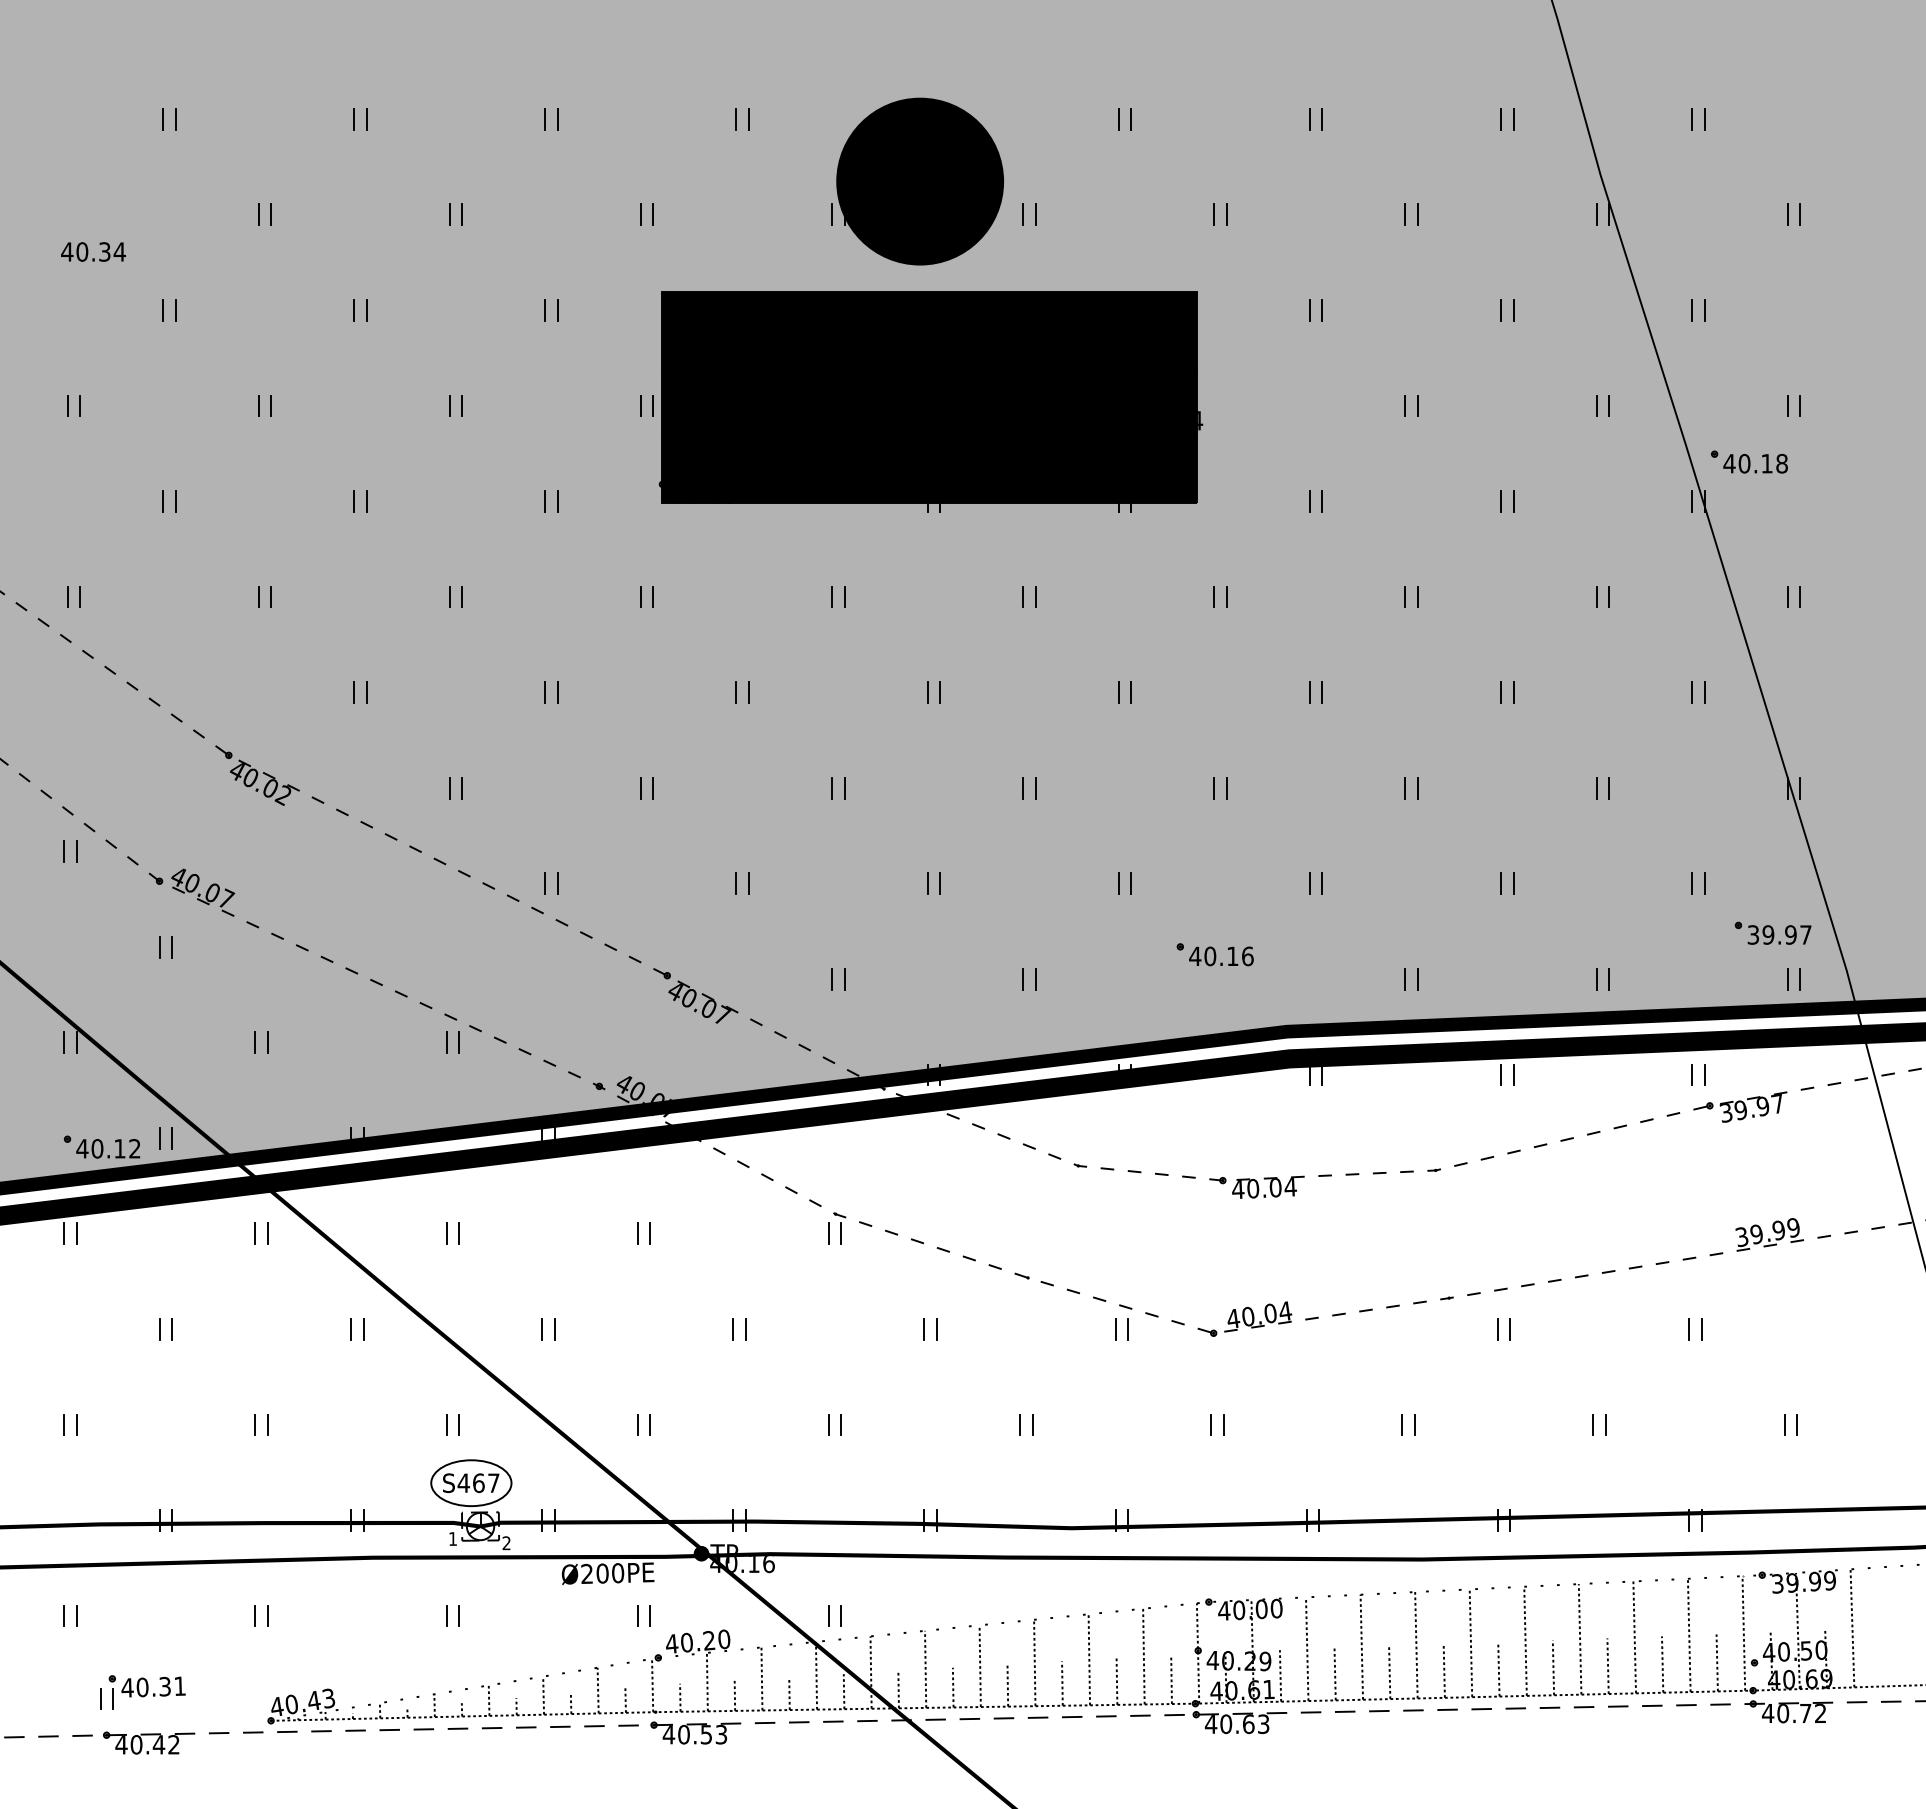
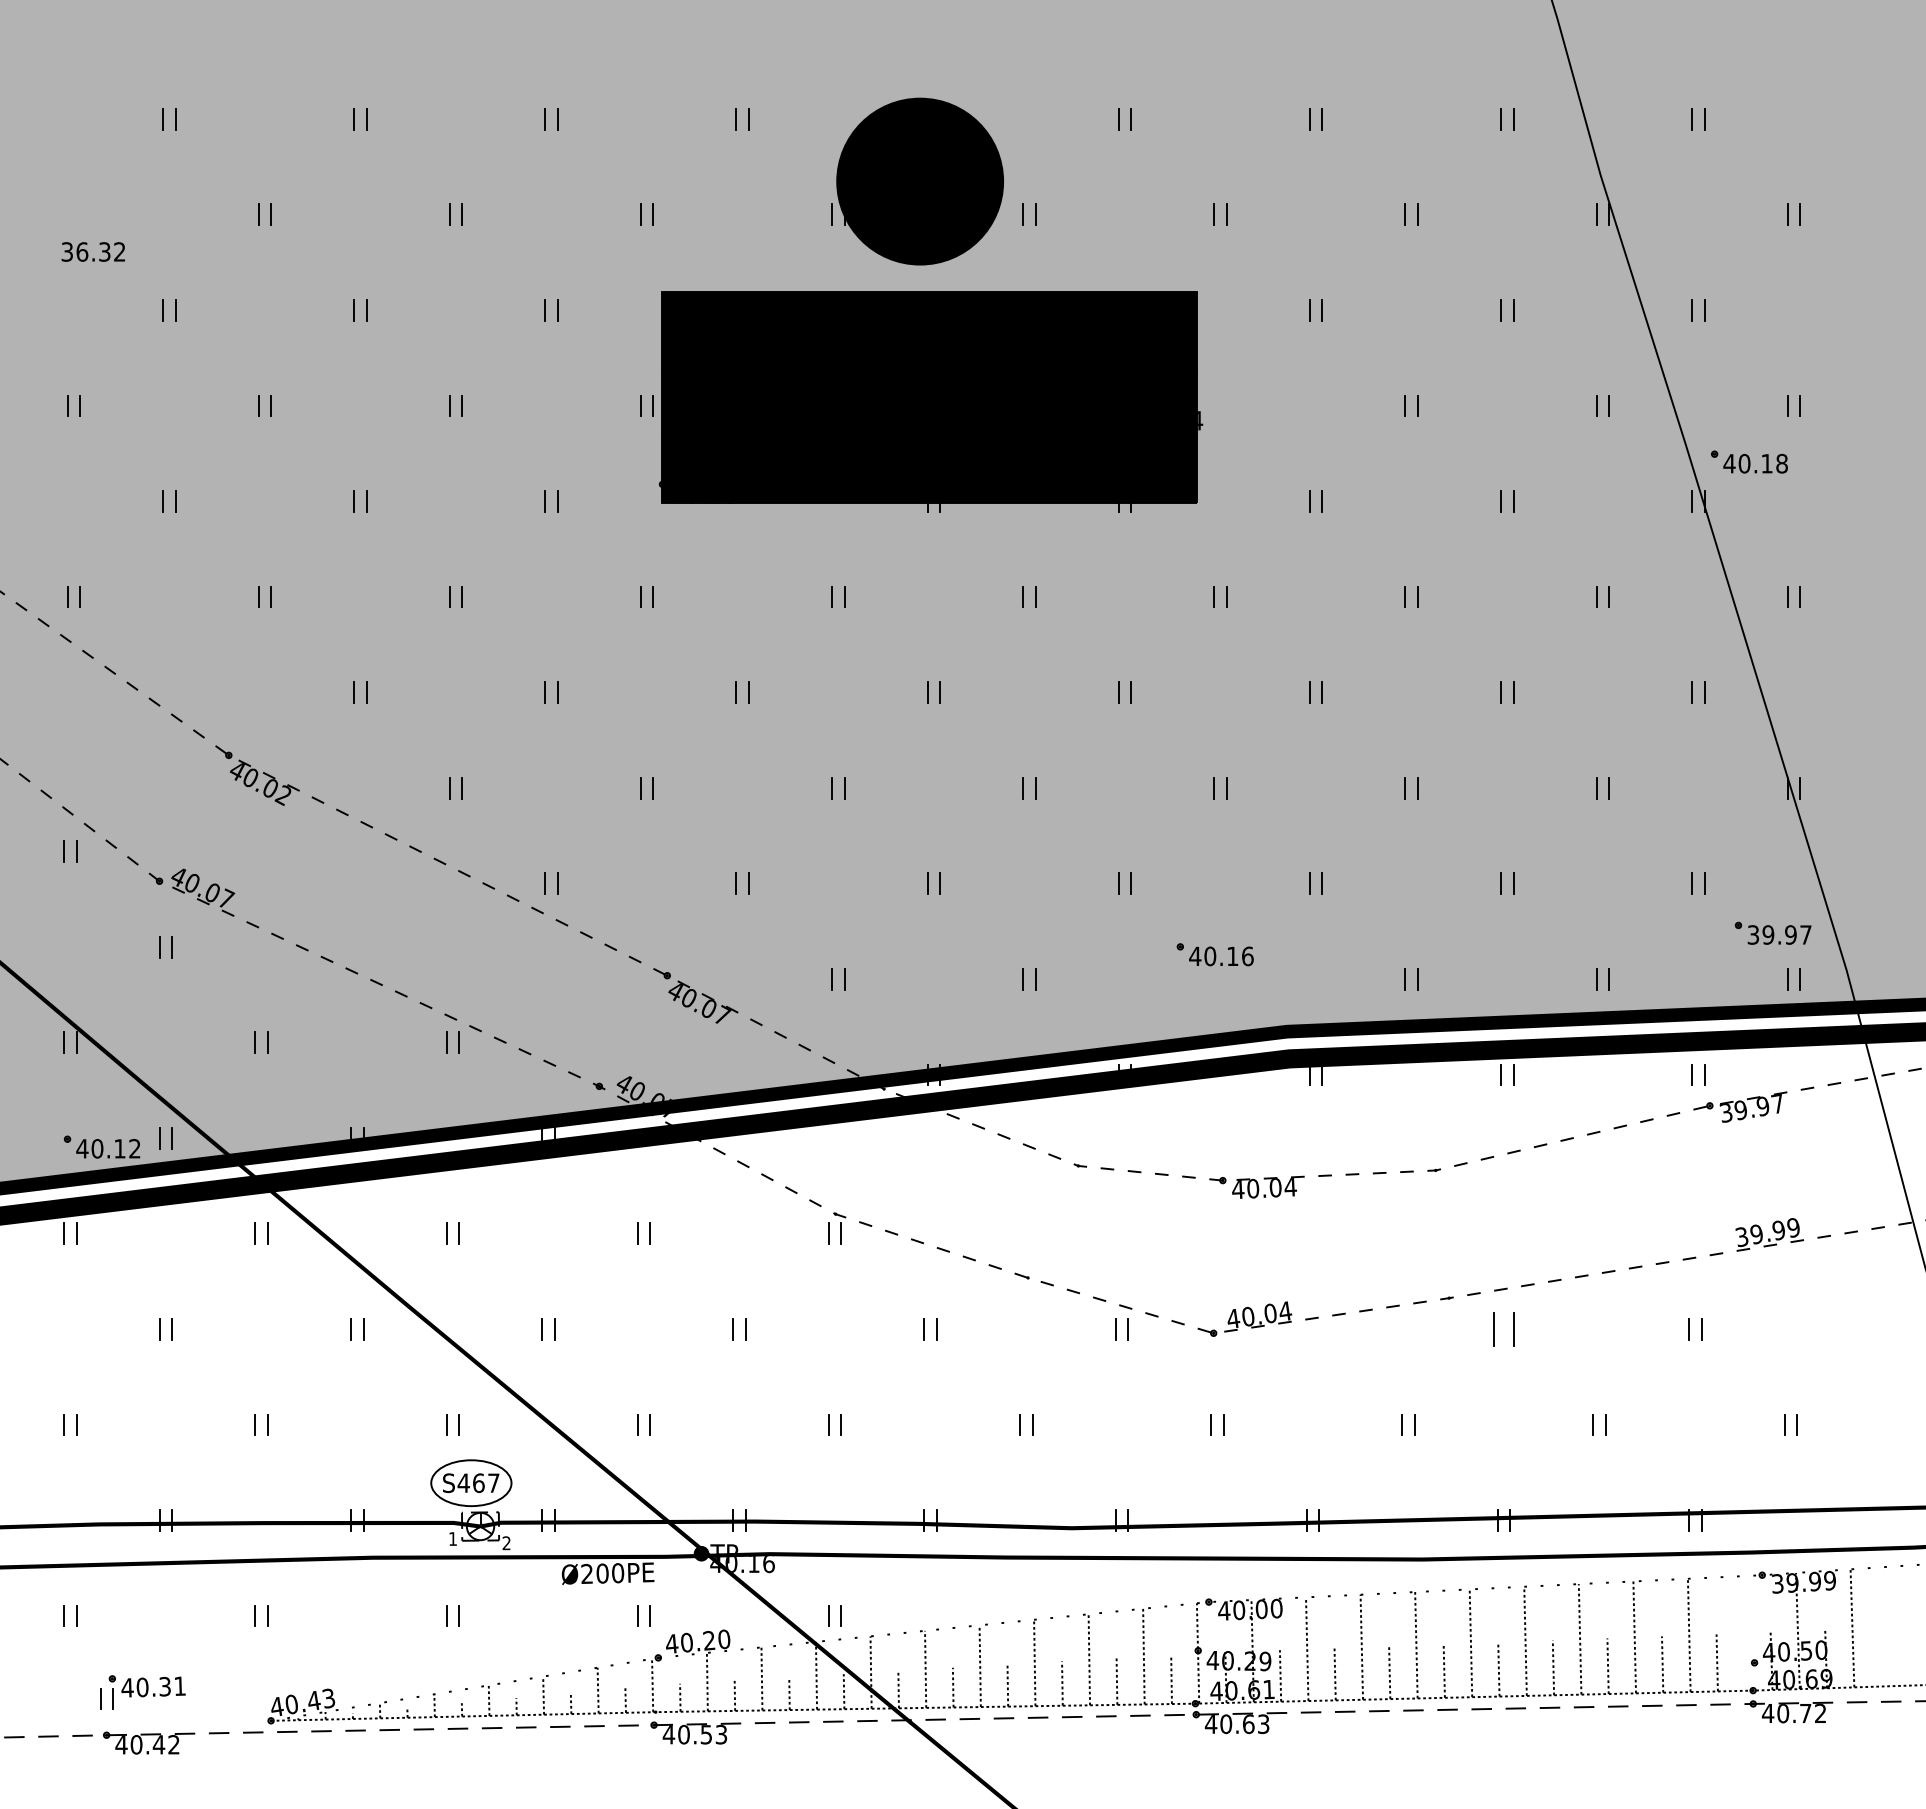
text at (93, 251): 40.34 -> 36.32
part at (1503, 1329) size: 14x23 px -> 22x35 px
line at (1743, 1633): present -> none
